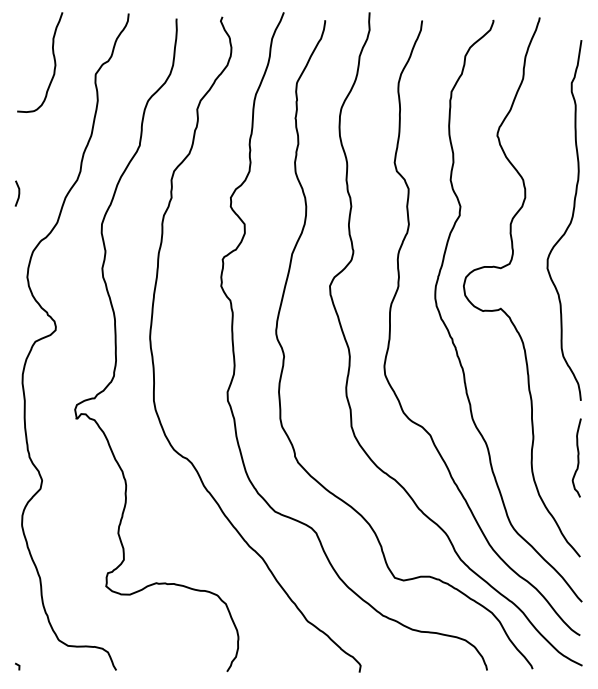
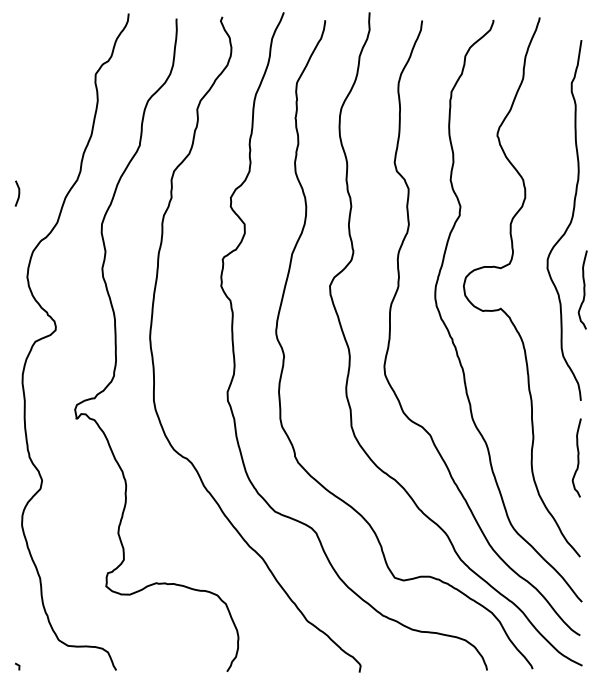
curve at (53, 59): present -> none
curve at (583, 289): none -> present
